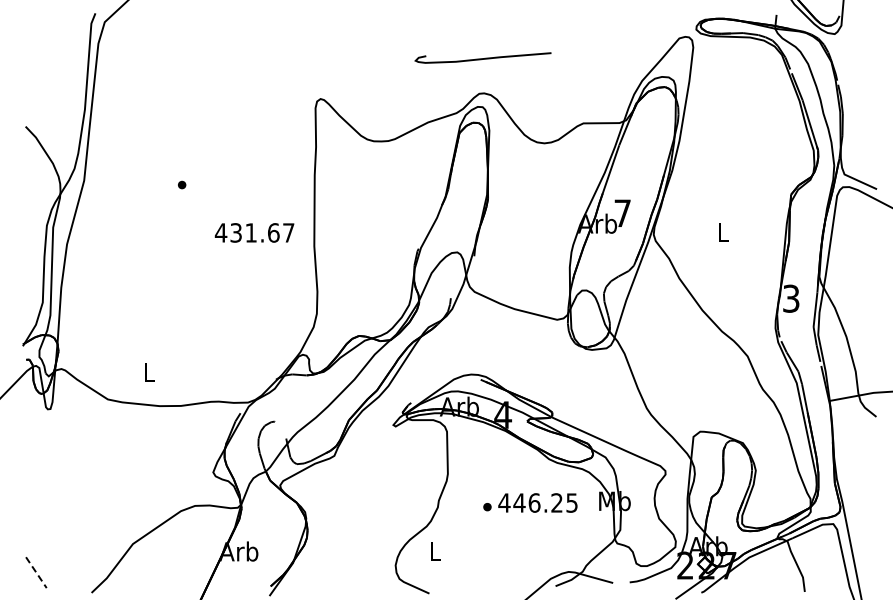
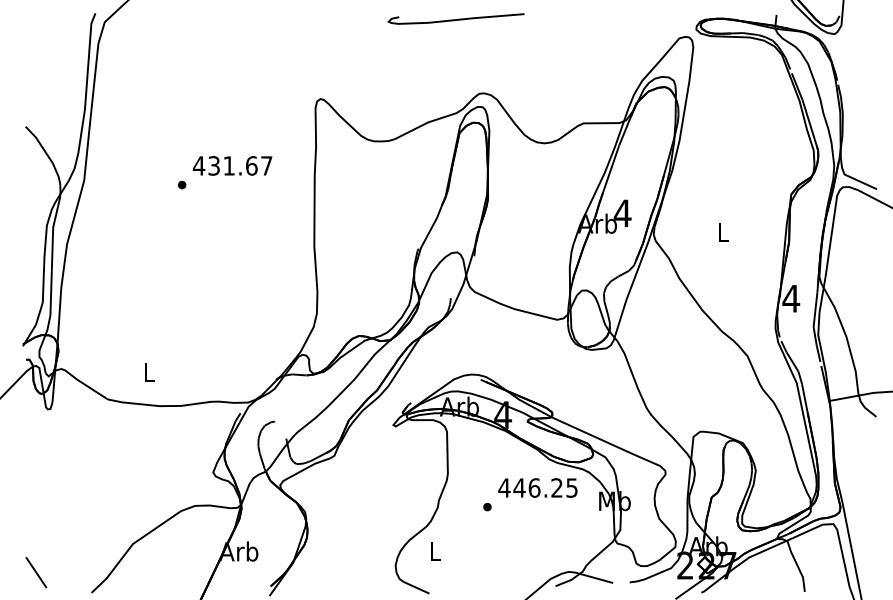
curve at (482, 58) position: (482, 58) -> (455, 19)
text at (622, 212): 7 -> 4
text at (254, 232) position: (254, 232) -> (232, 165)
text at (791, 298): 3 -> 4
text at (537, 502) position: (537, 502) -> (537, 487)
line at (36, 572): dashed -> solid
